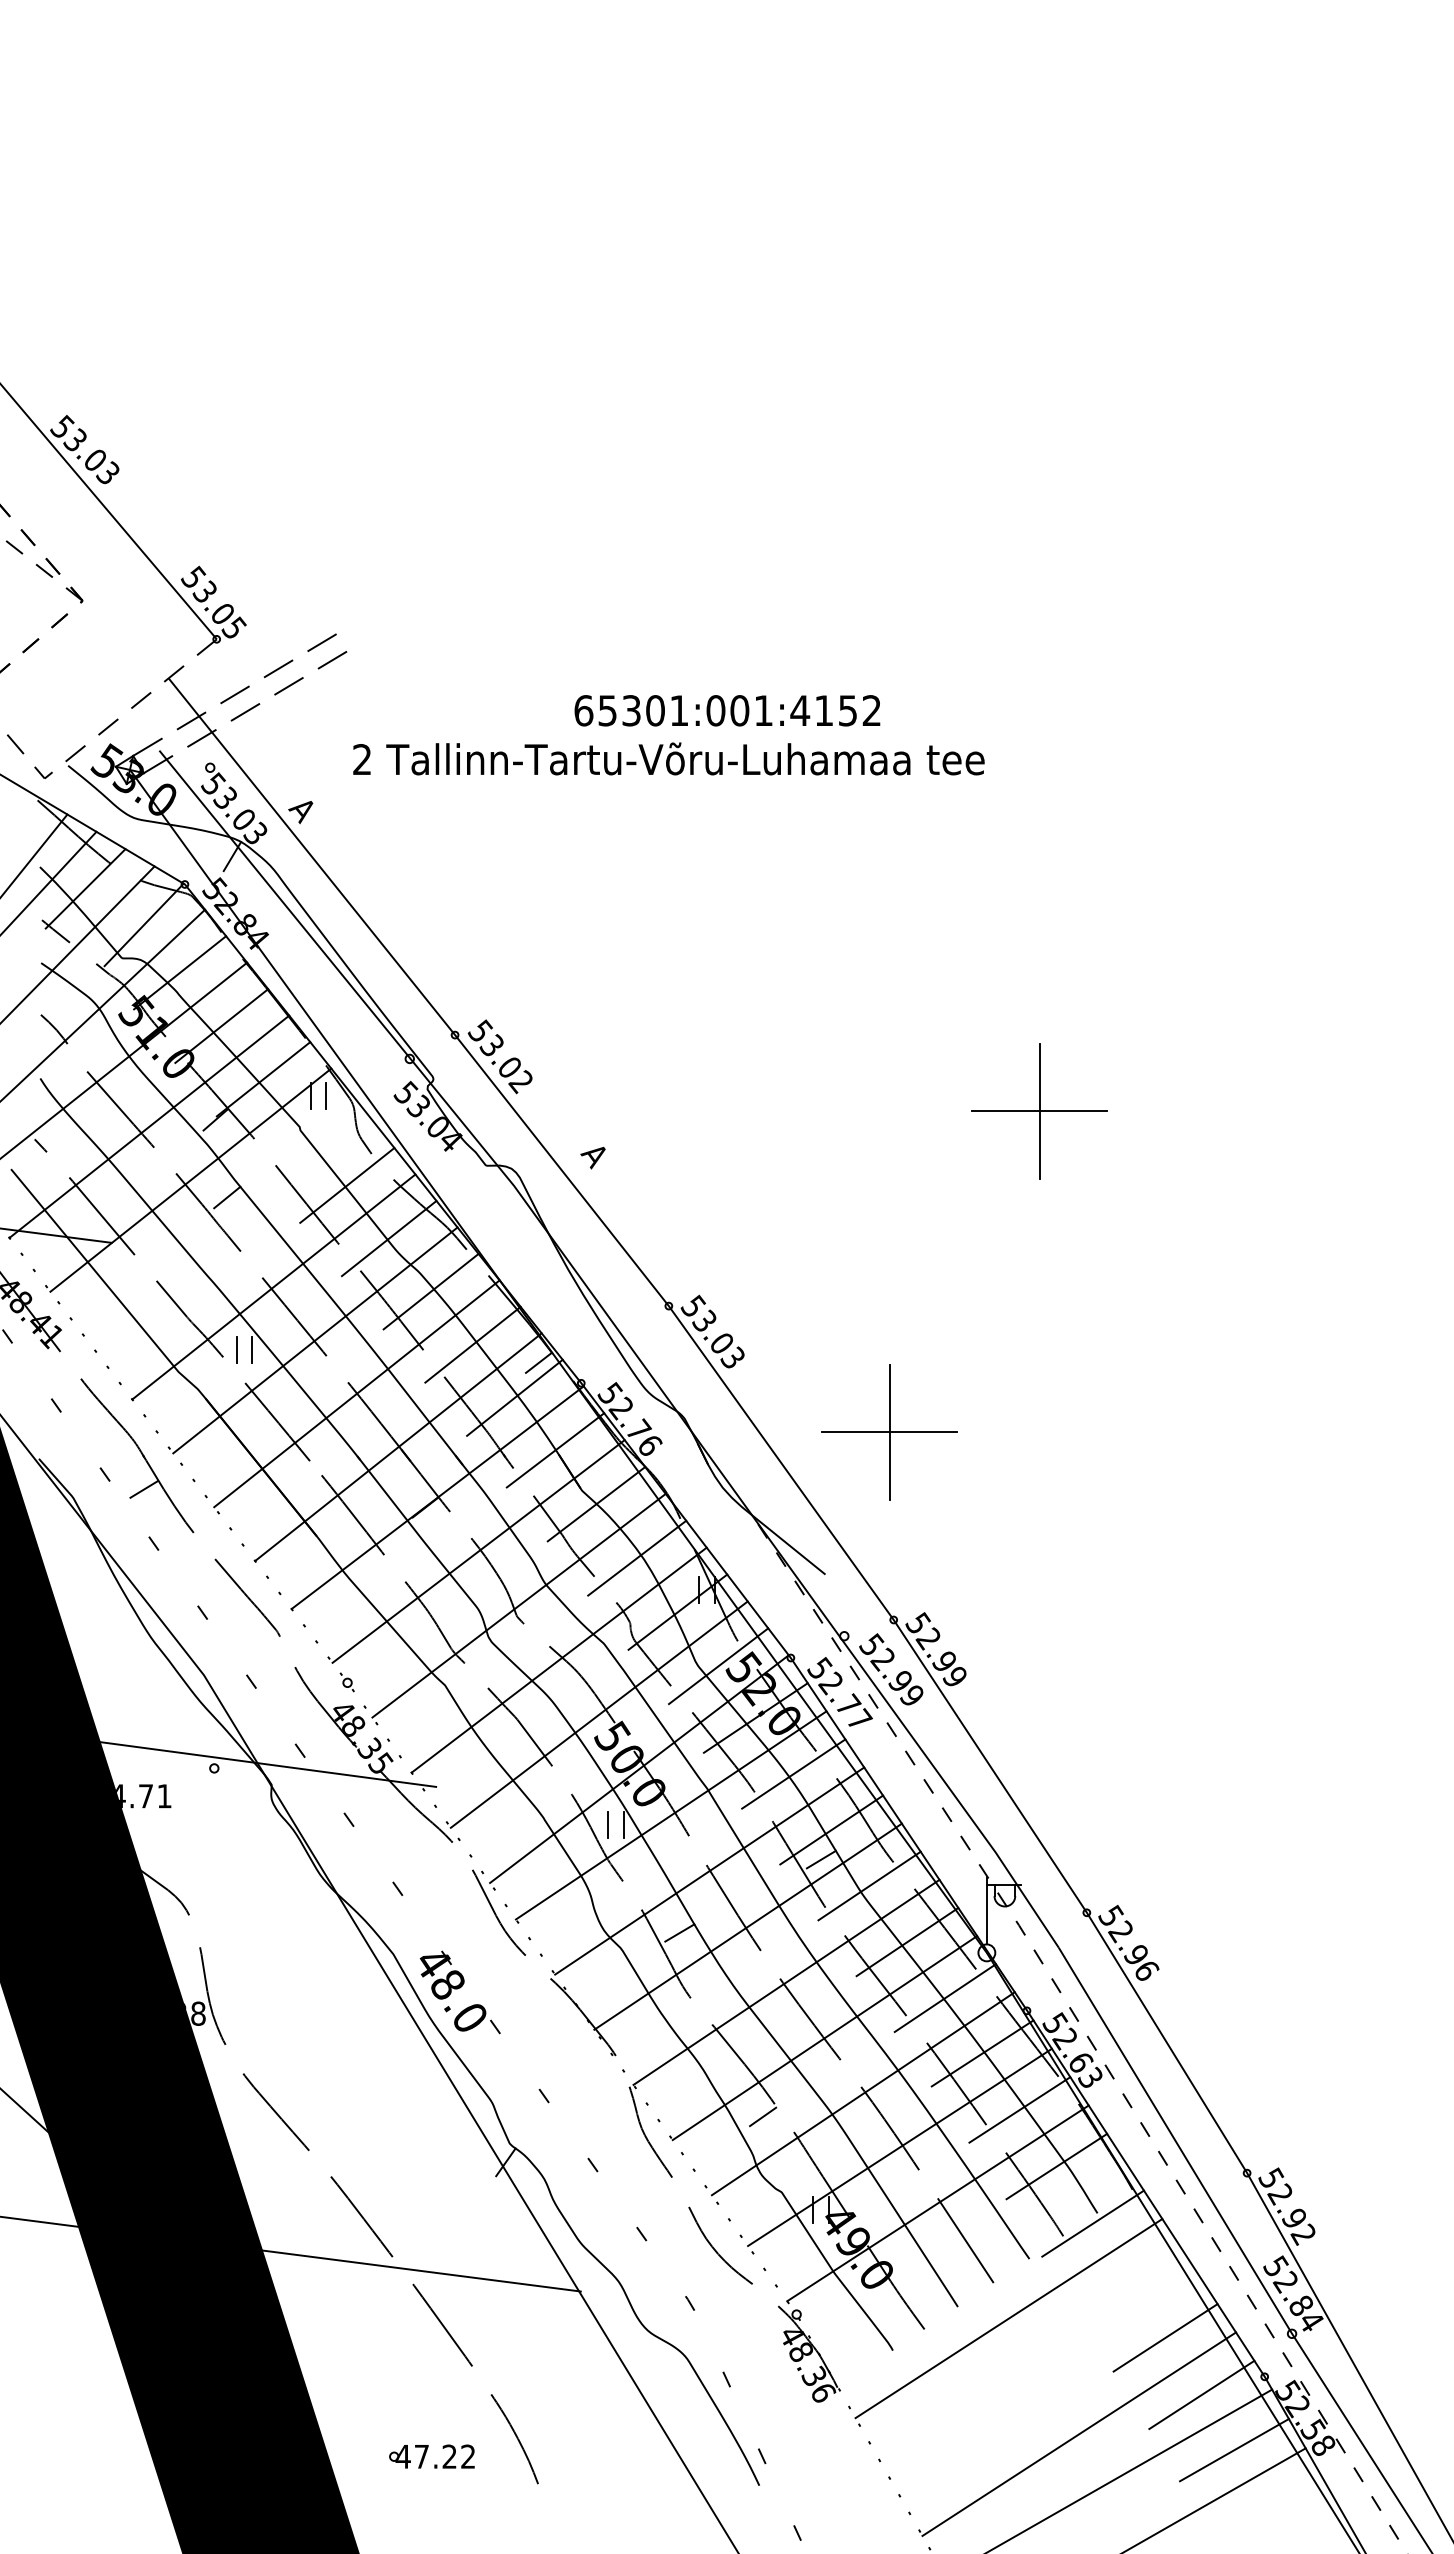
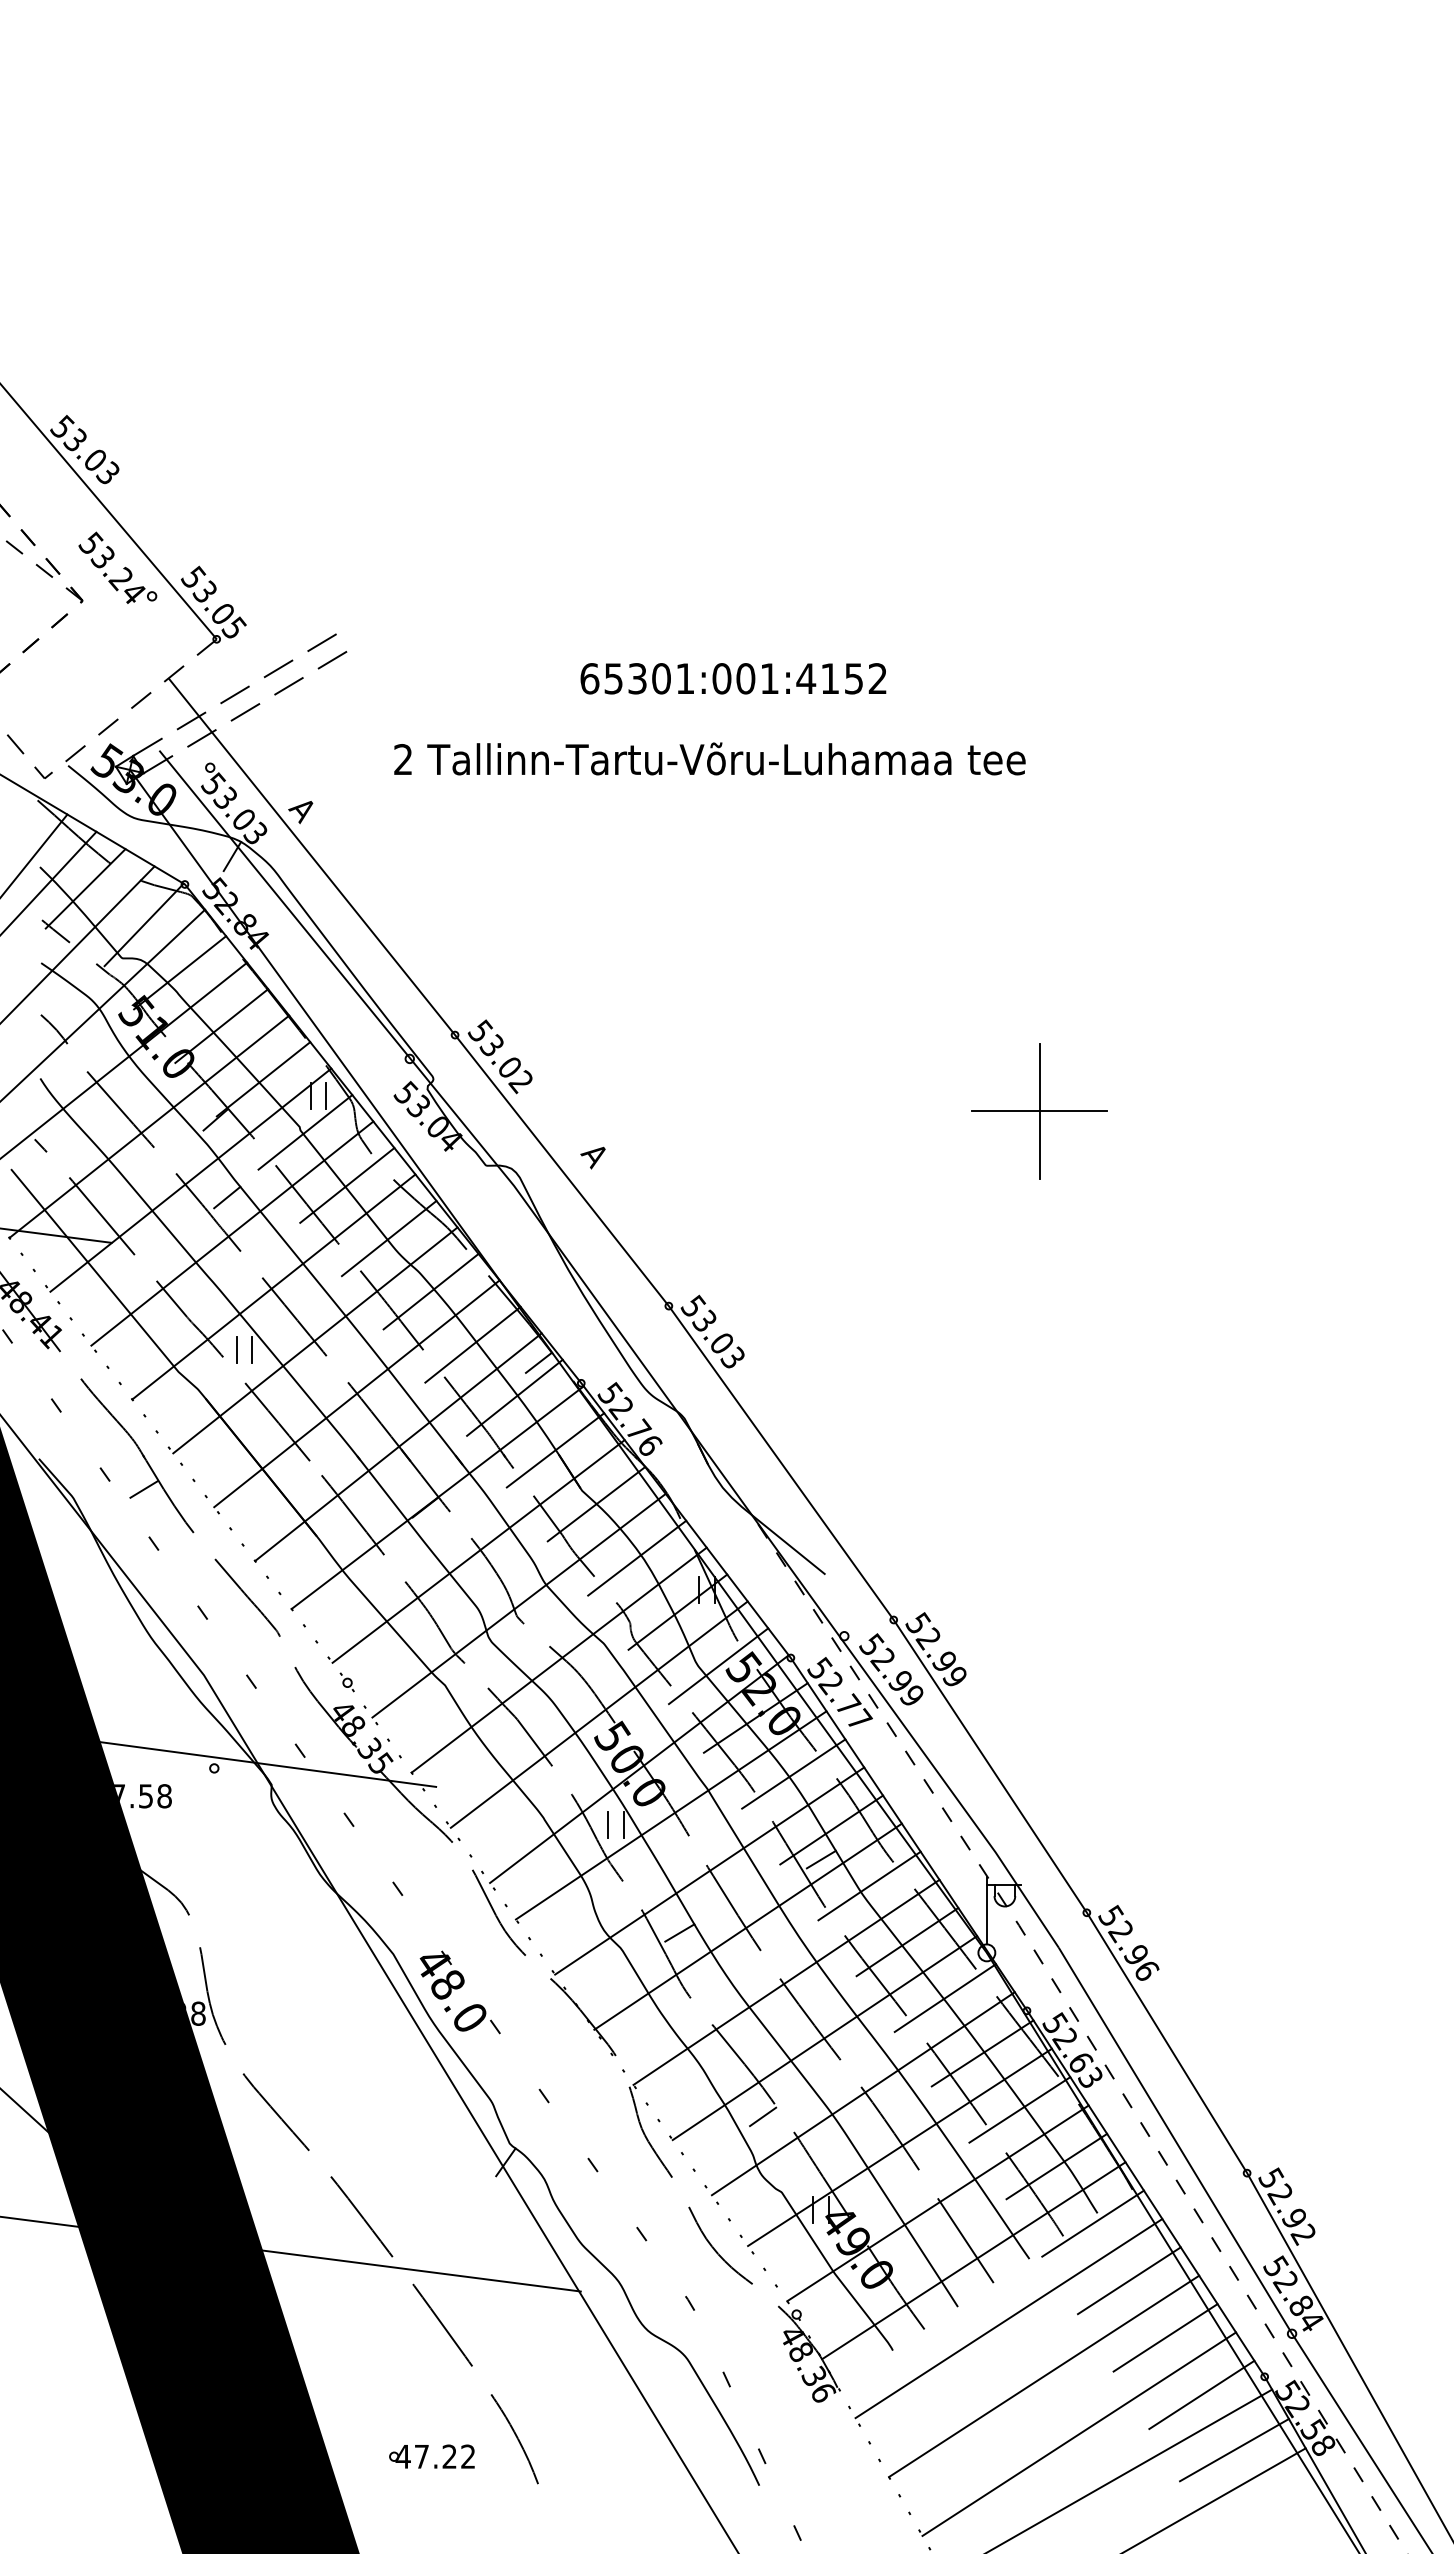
part at (123, 568): none -> present
text at (727, 710) position: (727, 710) -> (733, 678)
text at (668, 758) position: (668, 758) -> (709, 758)
line at (305, 1132): none -> present
line at (232, 1233): none -> present
part at (889, 1432): present -> none
text at (142, 1796): 54.71 -> 47.58
line at (973, 2260): none -> present
line at (1128, 2280): none -> present
line at (1044, 2376): none -> present
